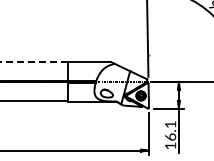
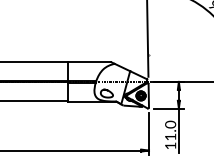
line at (33, 62): dashed -> solid
text at (170, 130): 16.1 -> 11.0
